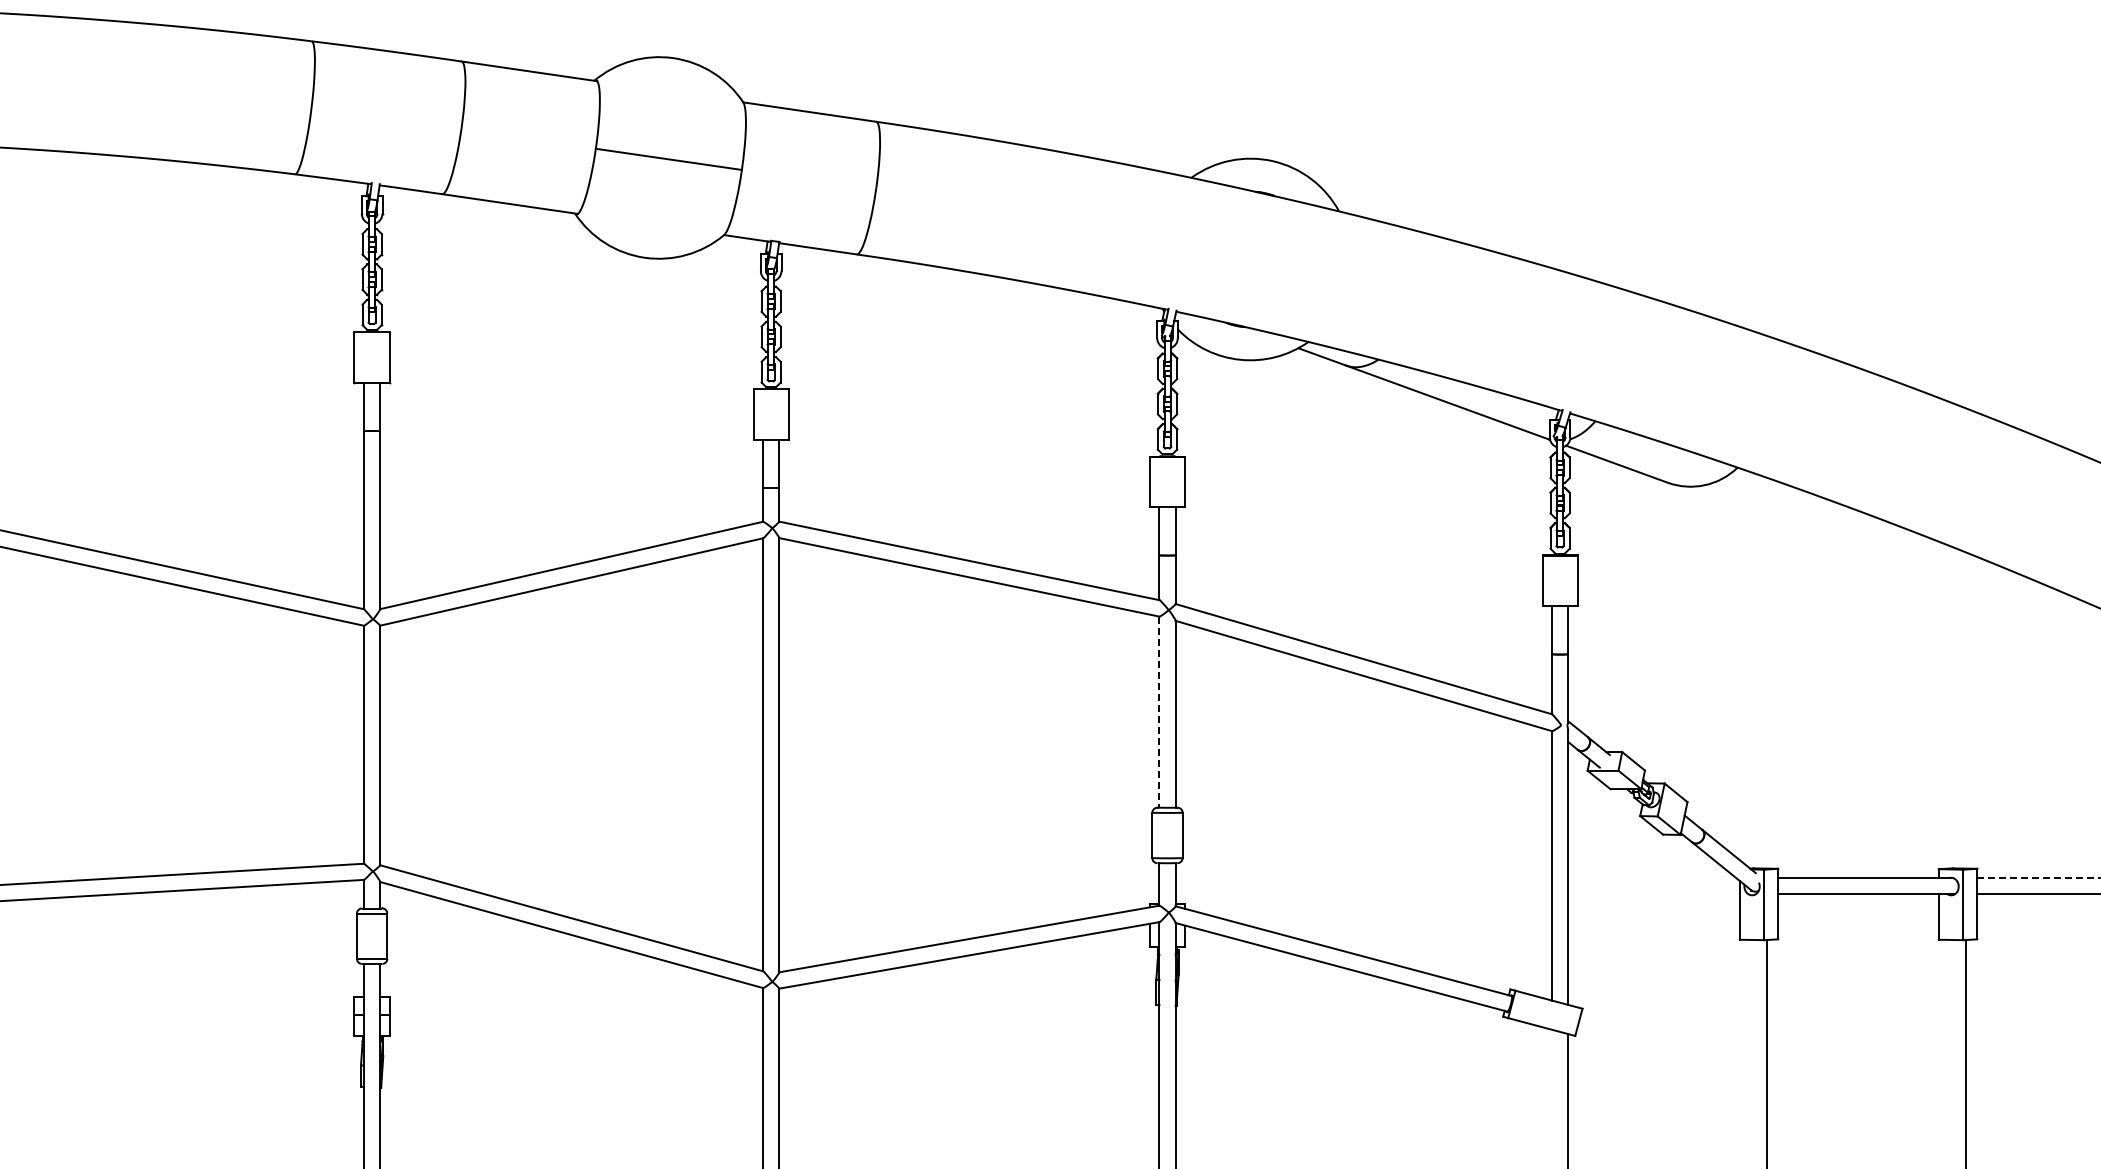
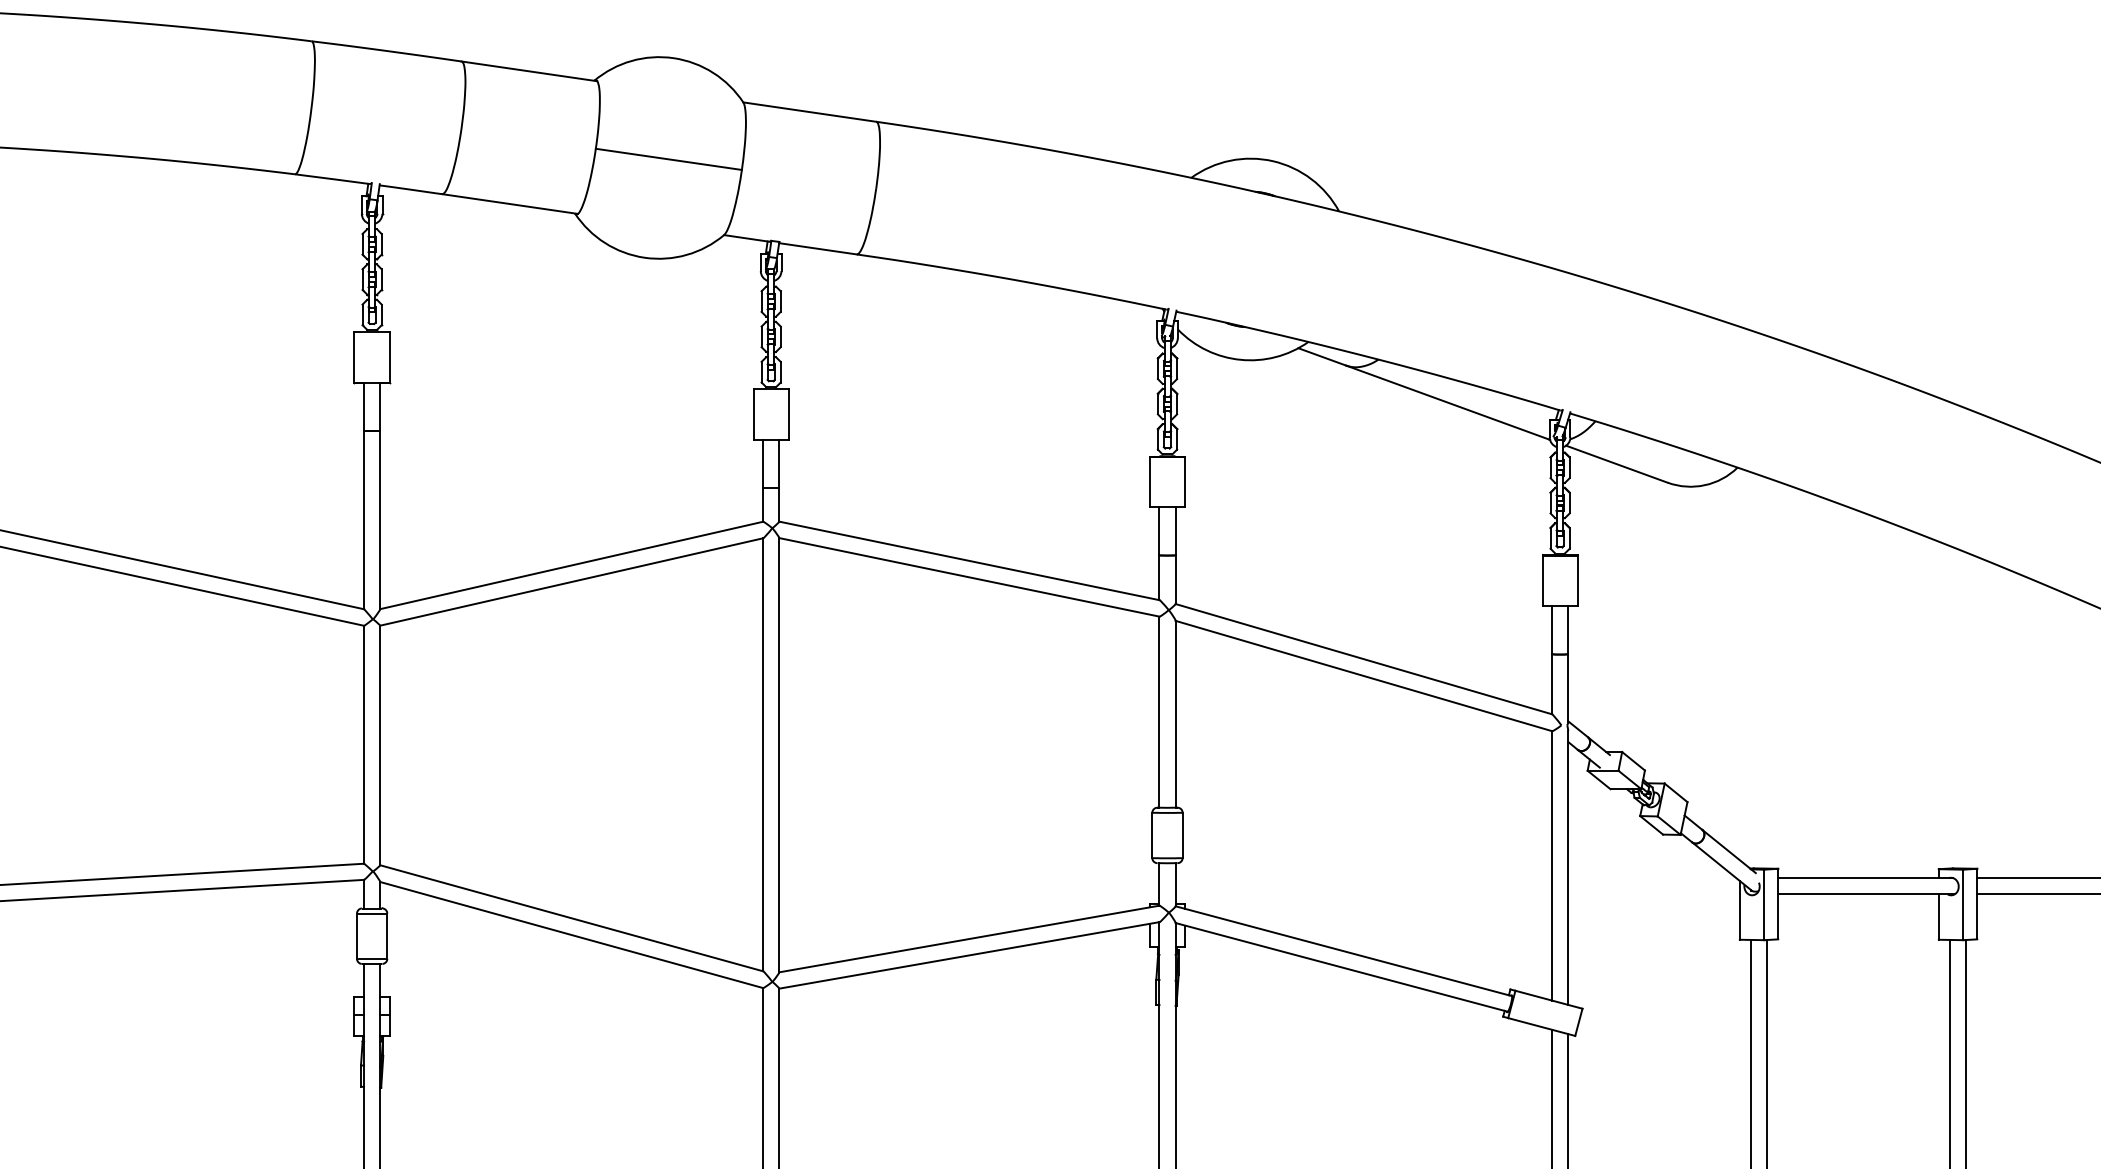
line at (1159, 712): dashed -> solid
line at (2038, 878): dashed -> solid
line at (1751, 1052): none -> present
line at (1949, 1052): none -> present
line at (1552, 1097): none -> present
